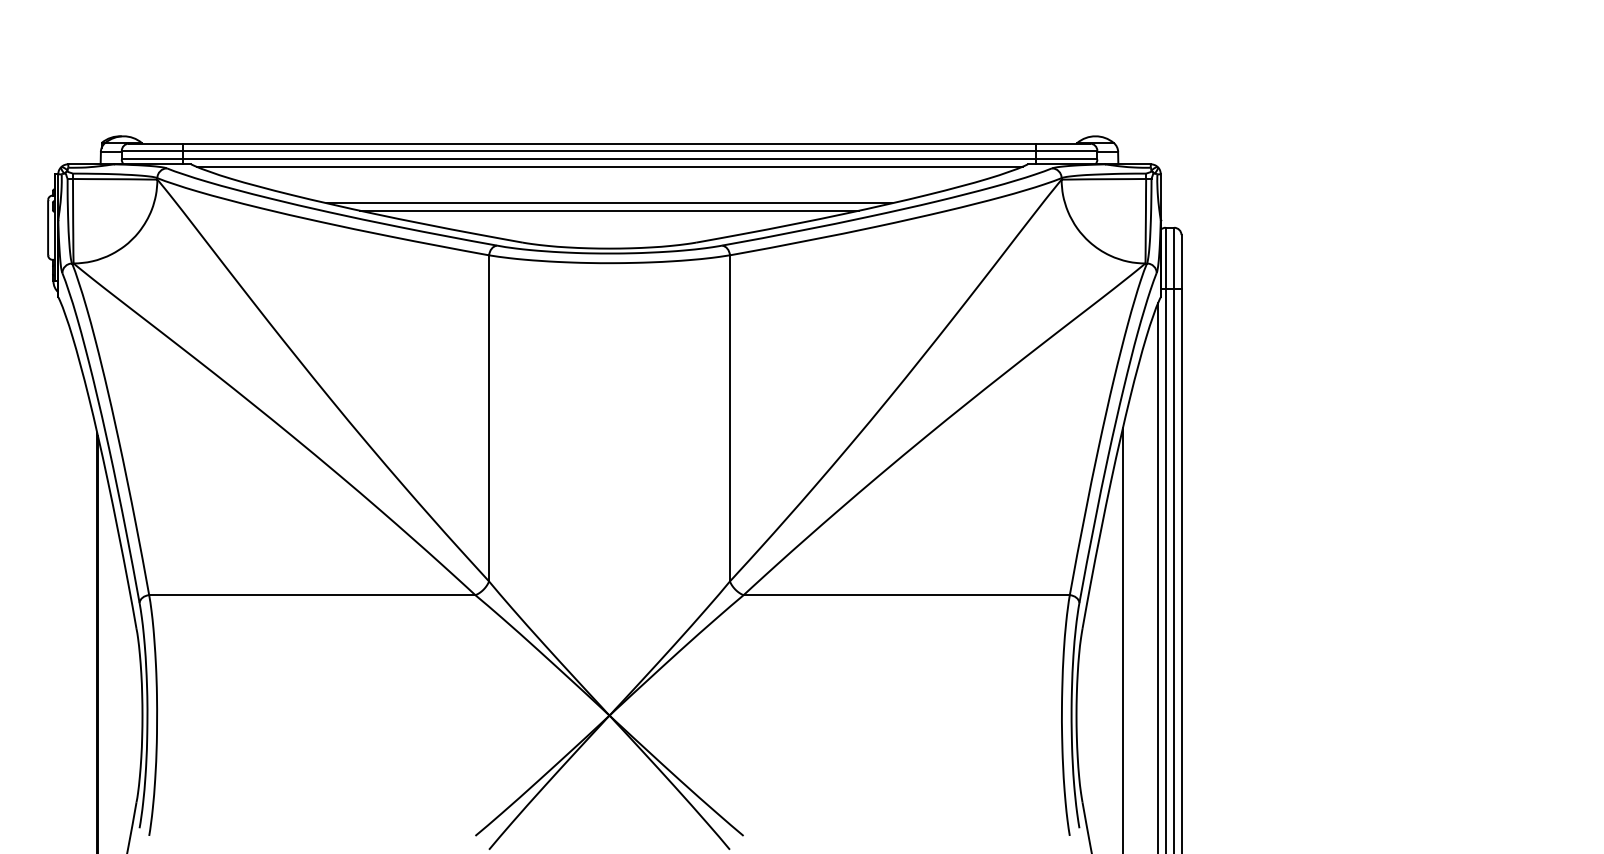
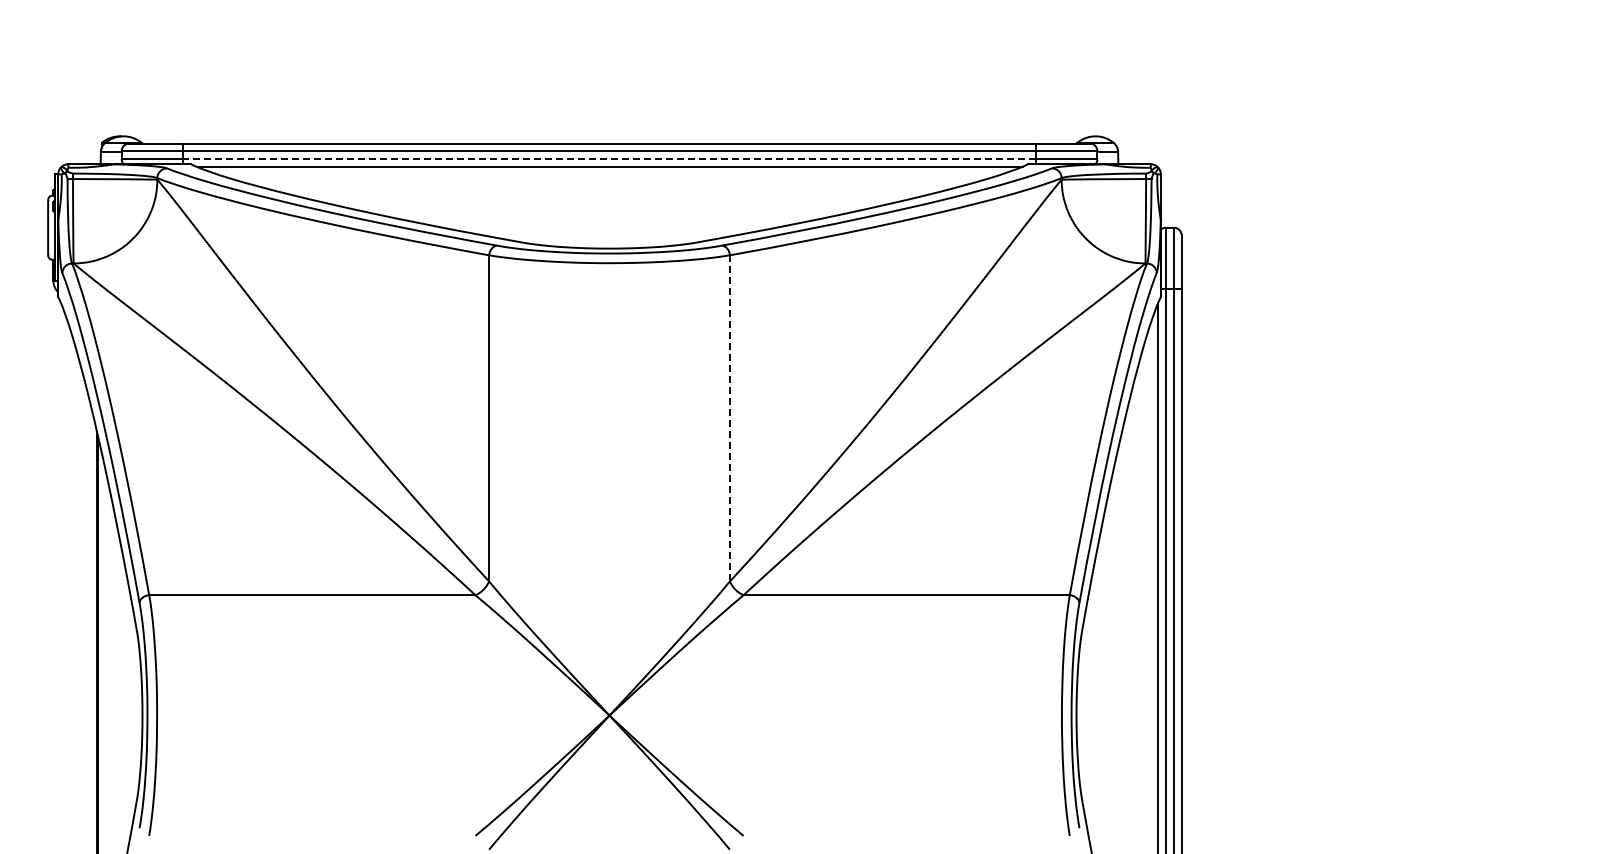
line at (609, 159): solid -> dashed
line at (609, 203): present -> none
line at (609, 210): present -> none
line at (729, 417): solid -> dashed
line at (1122, 638): present -> none
